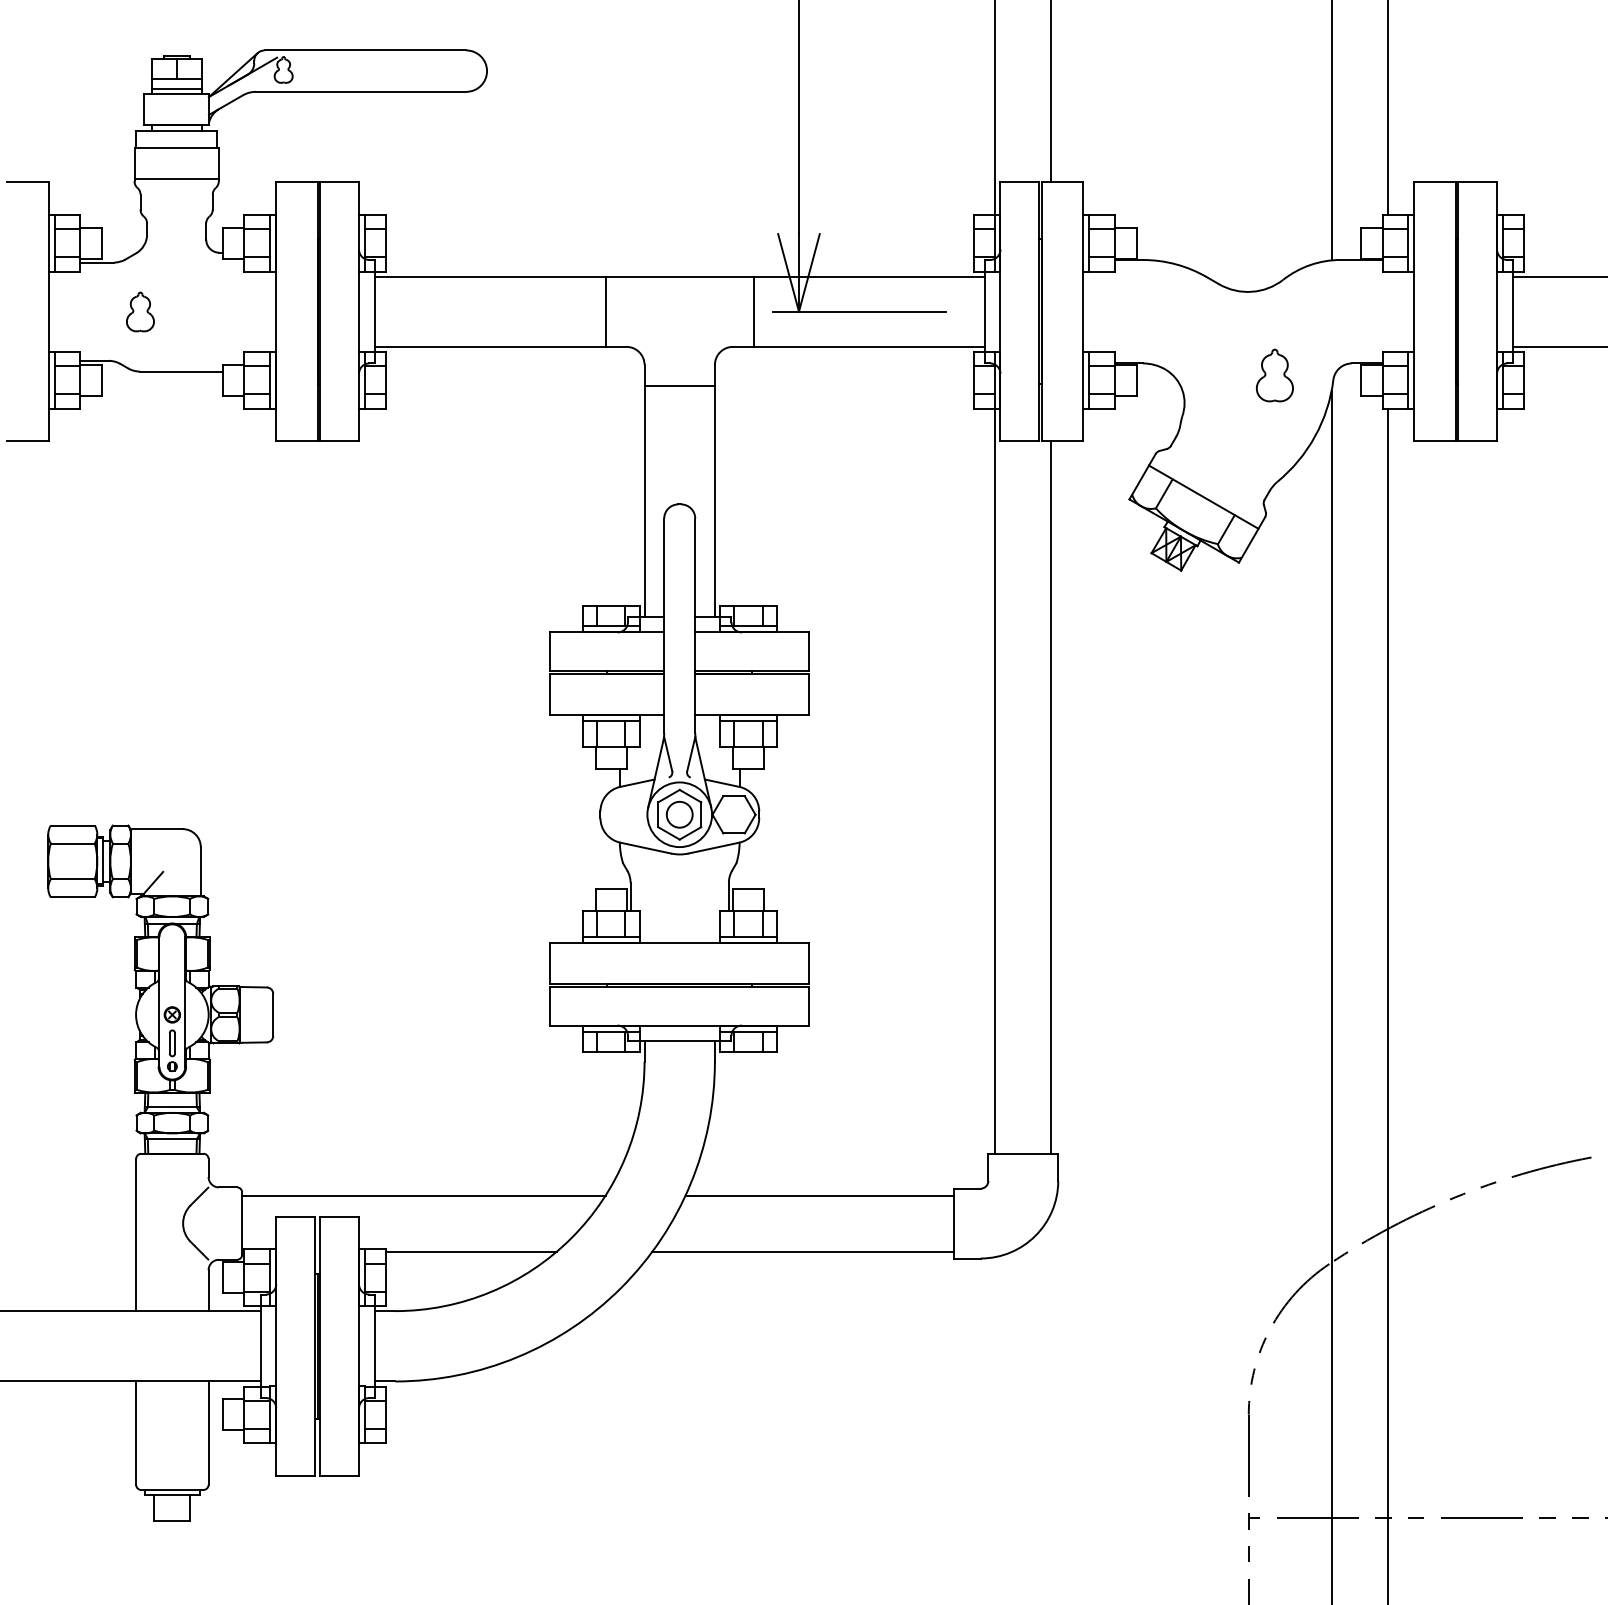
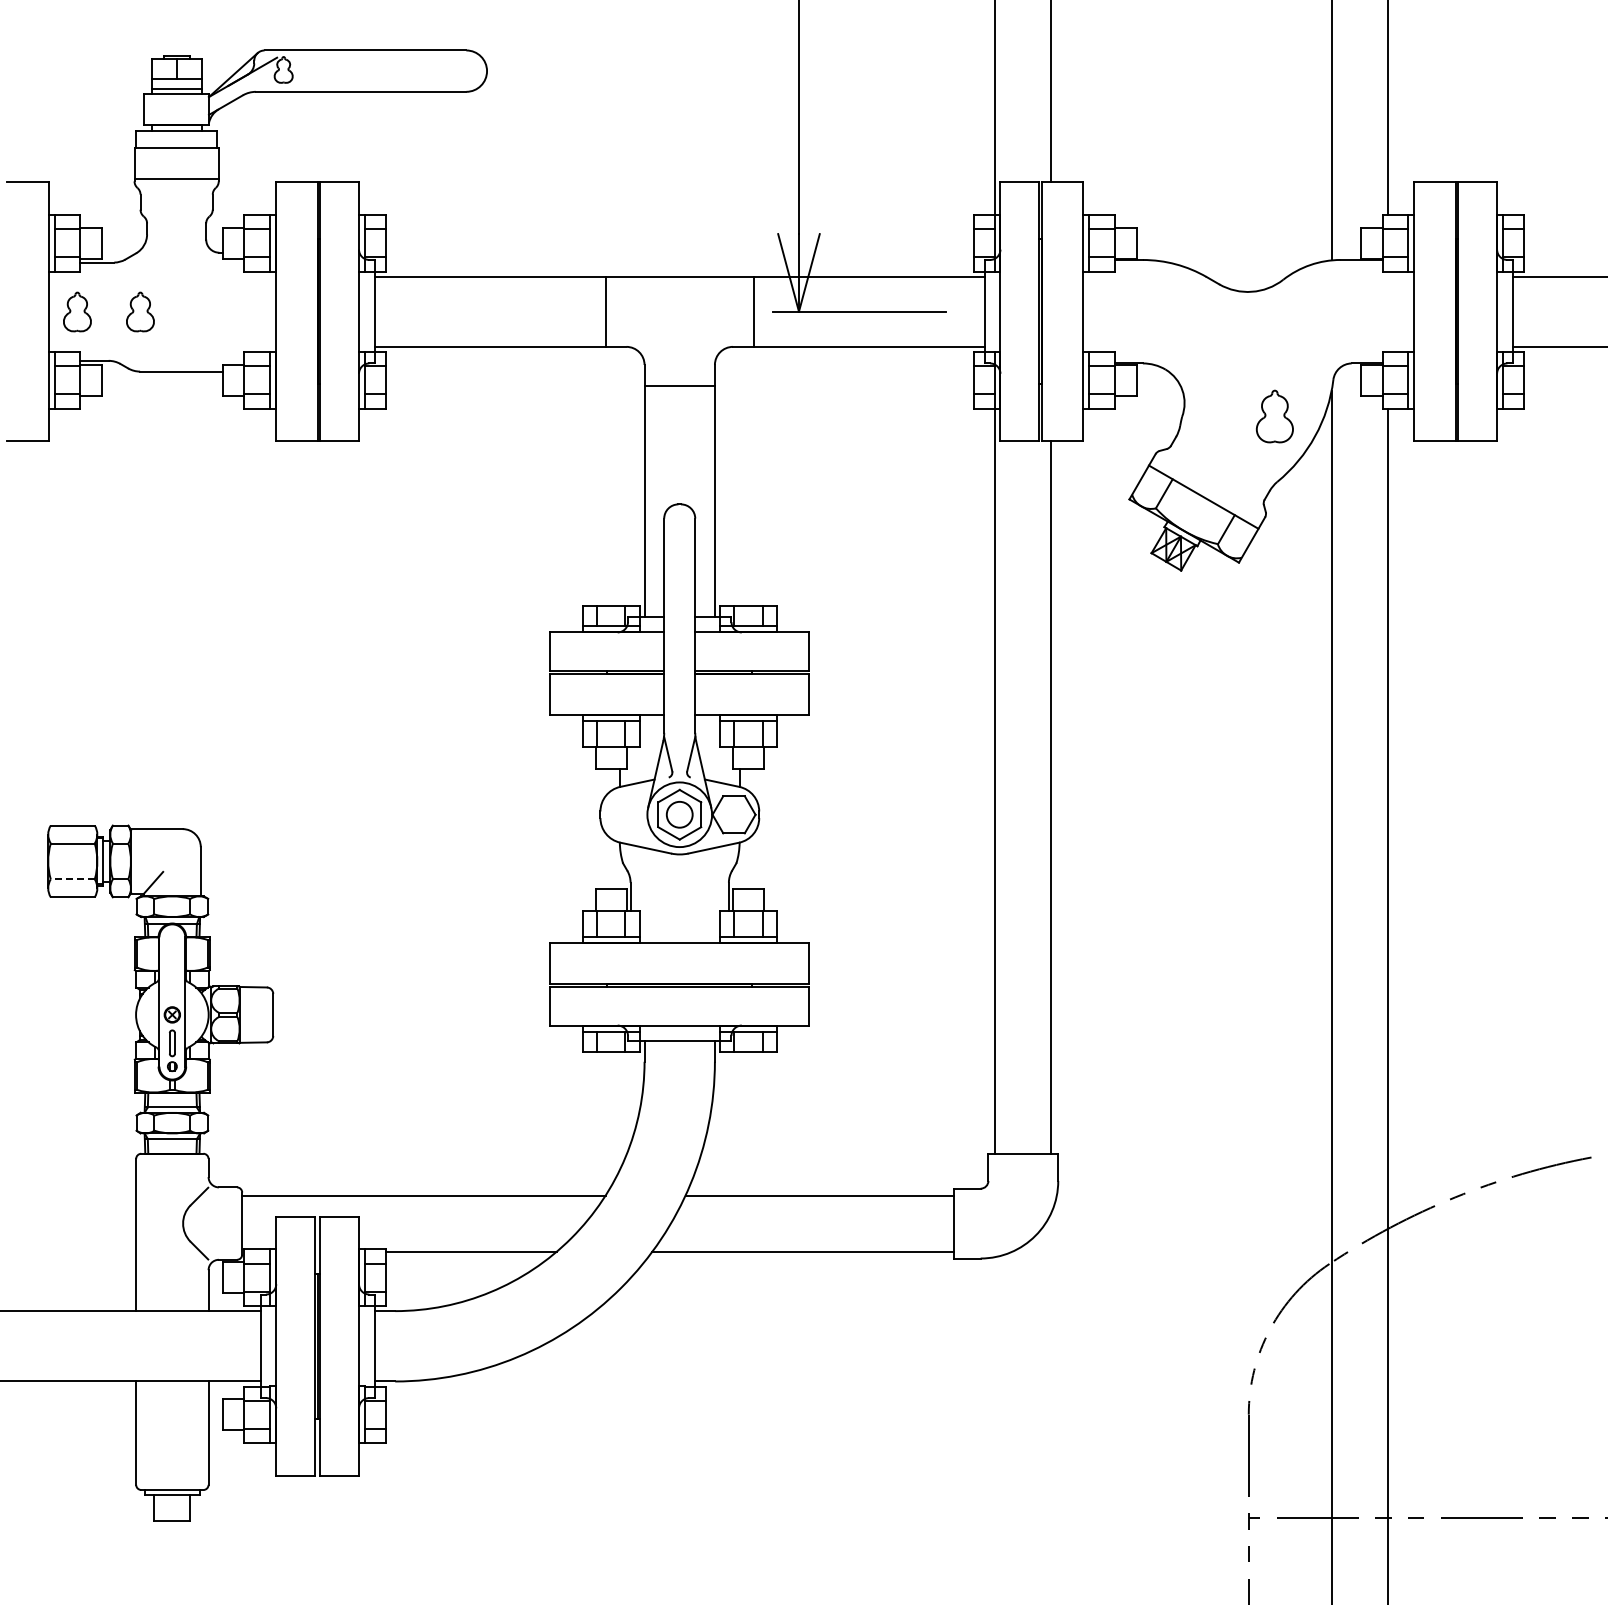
part at (77, 311): none -> present
part at (1274, 375) position: (1274, 375) -> (1274, 416)
line at (72, 879): solid -> dashed
